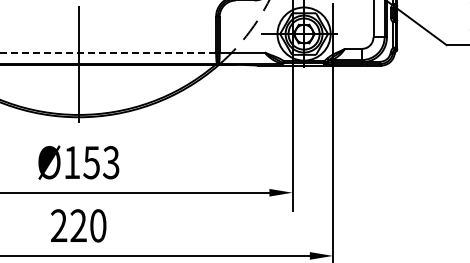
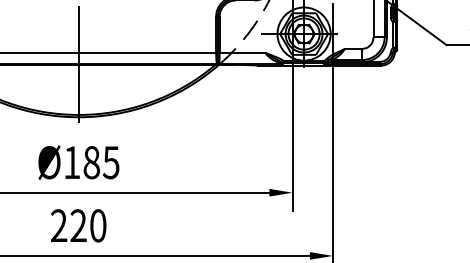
line at (108, 52): dashed -> solid
text at (101, 162): Ø153 -> Ø185
